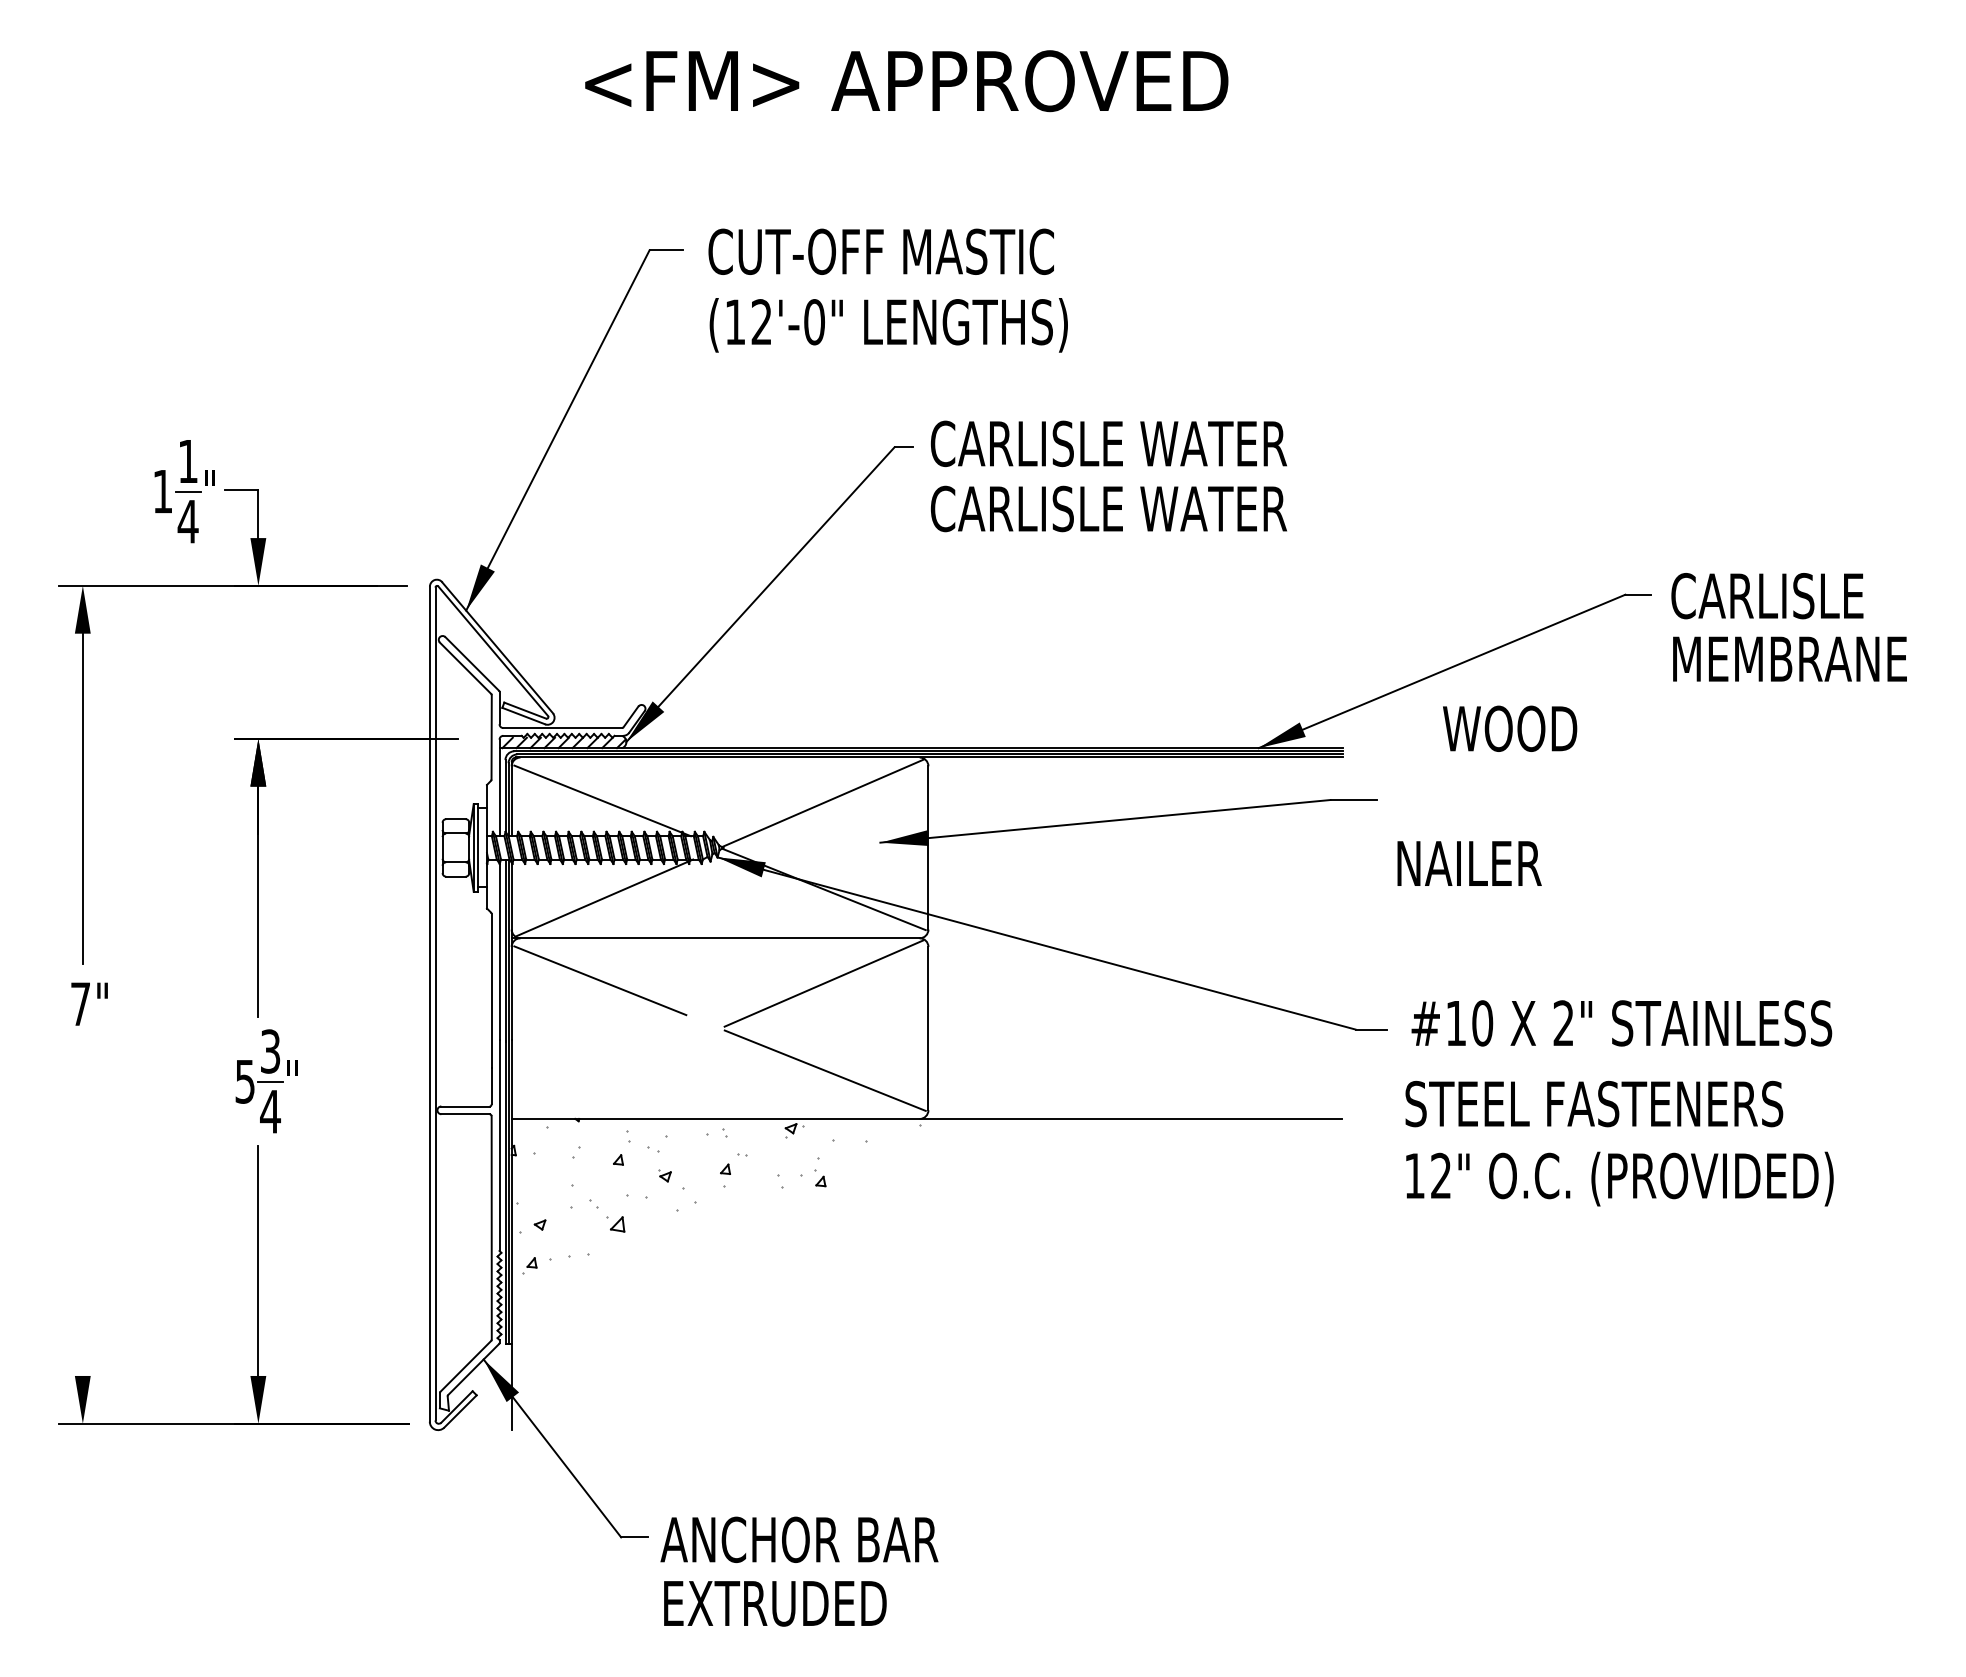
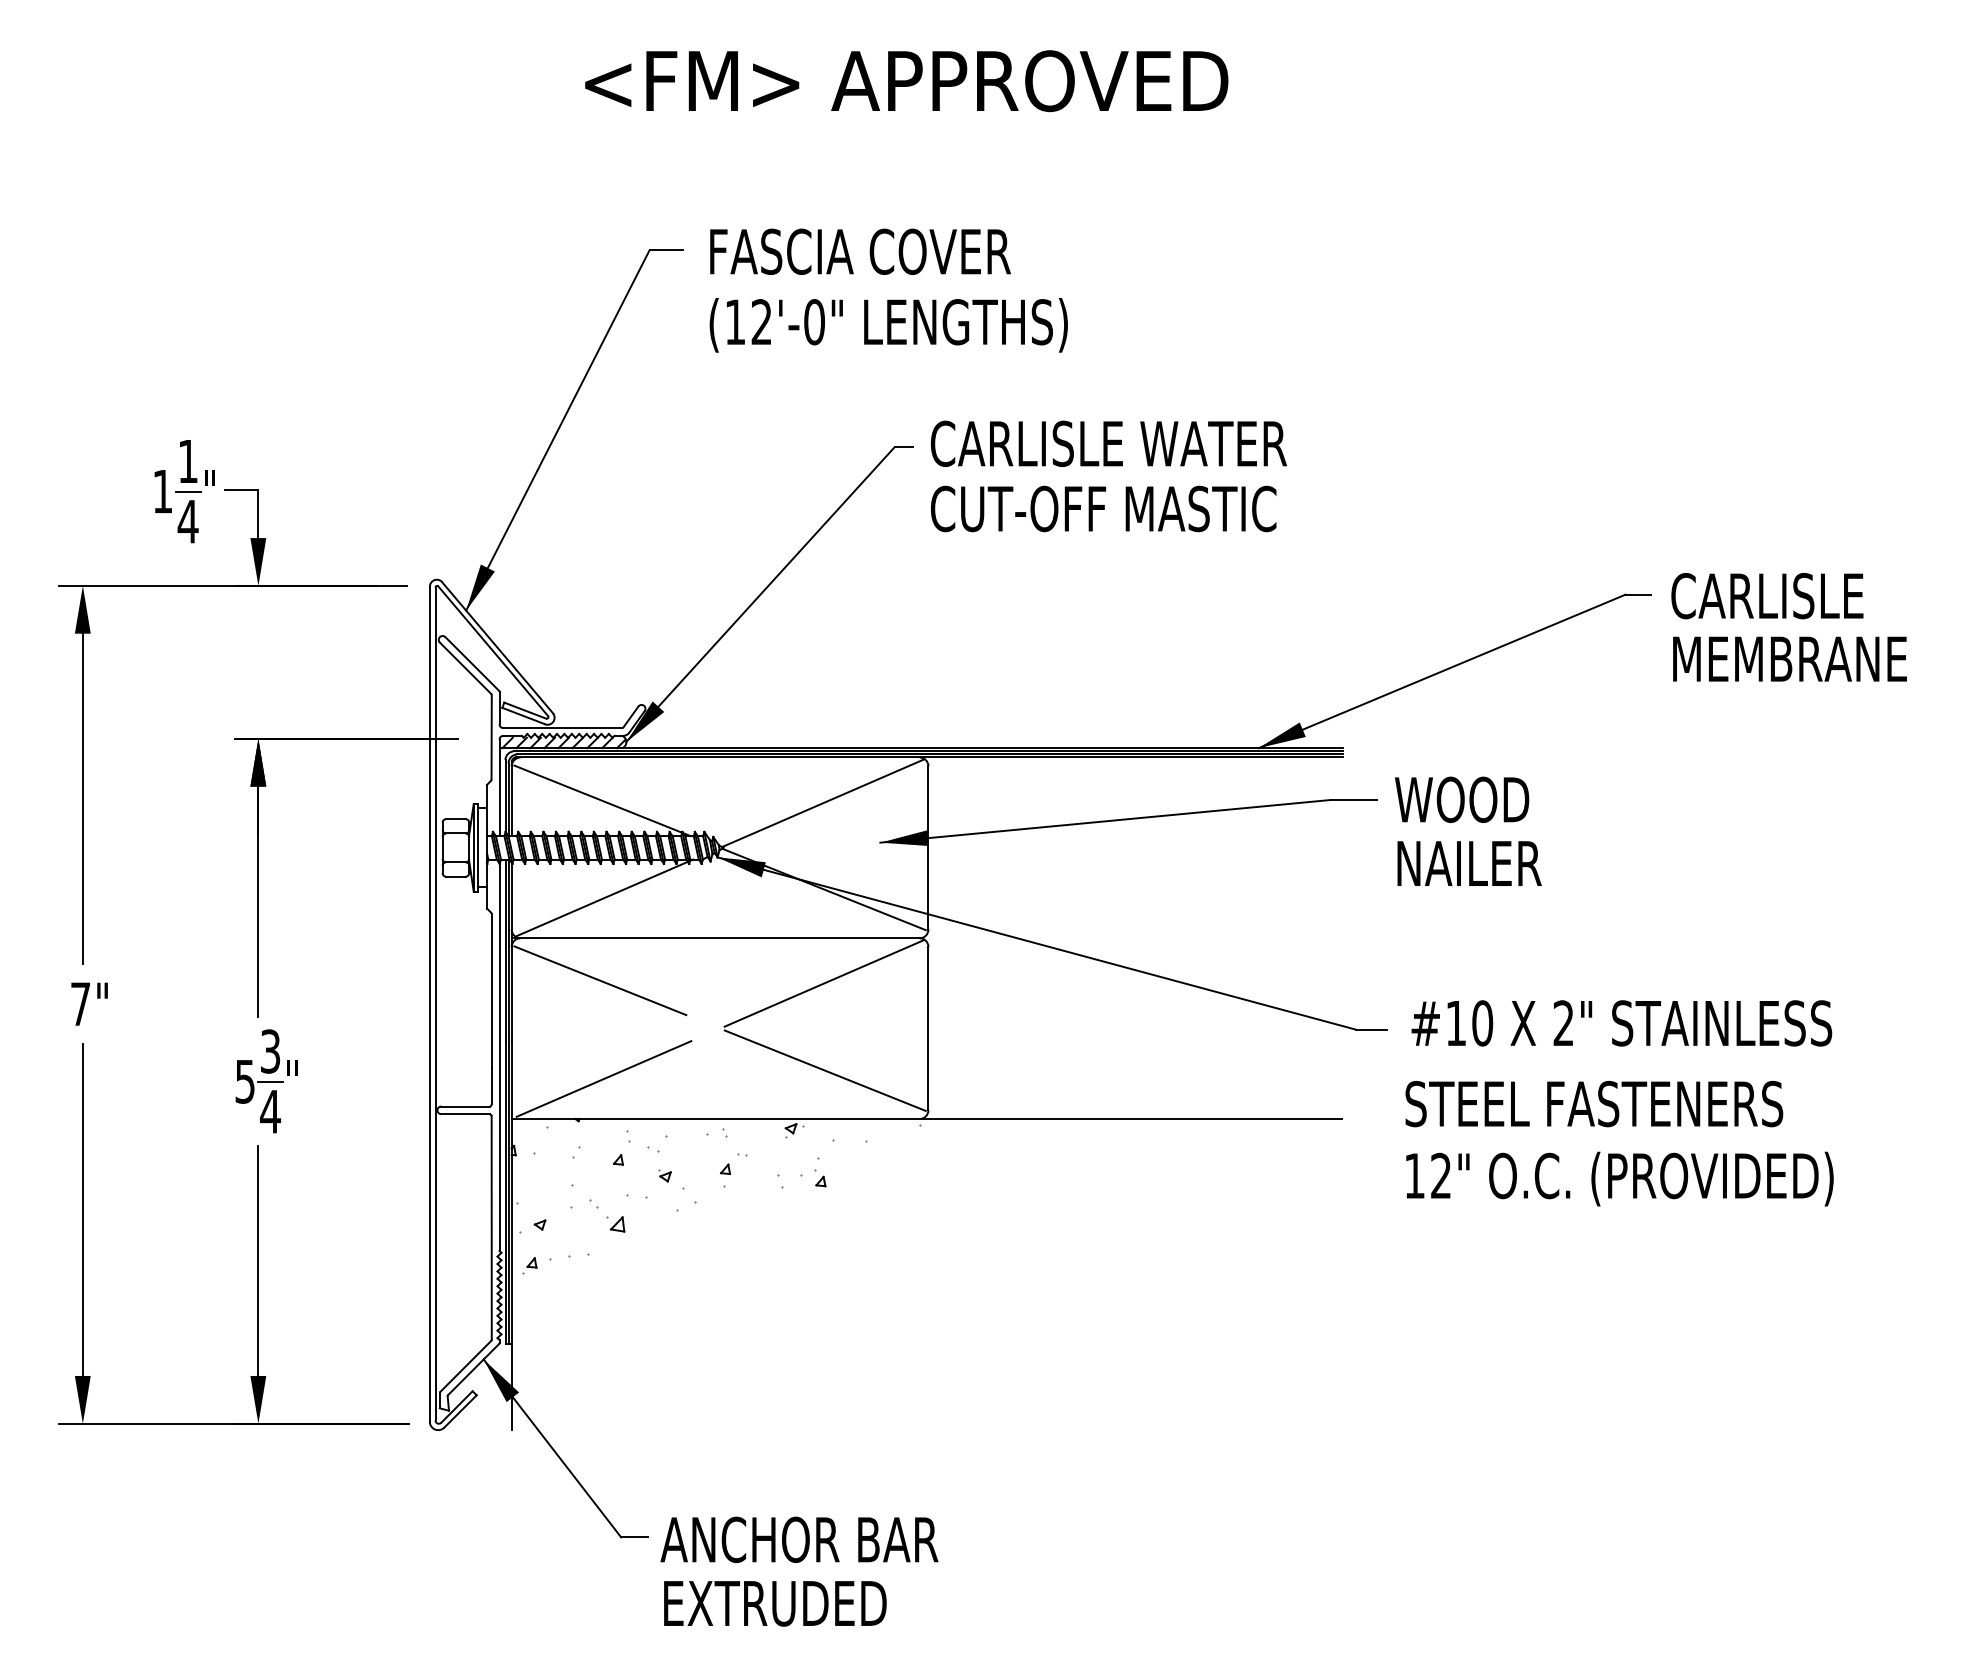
text at (880, 251): CUT-OFF MASTIC -> FASCIA COVER
text at (1122, 508): CARLISLE WATER -> CUT-OFF MASTIC
text at (1510, 728) position: (1510, 728) -> (1462, 799)
line at (603, 1078): none -> present
line at (82, 1209): none -> present
